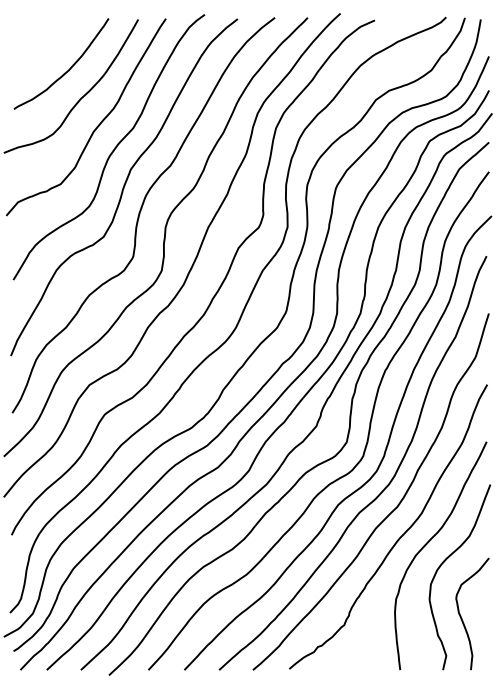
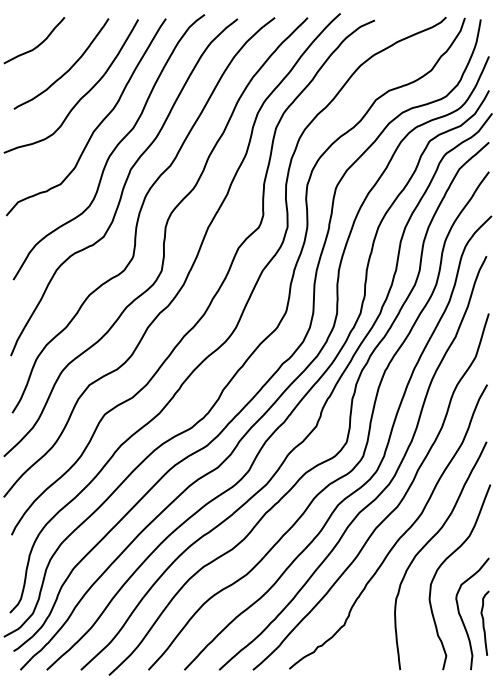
curve at (38, 44): none -> present
curve at (484, 622): none -> present
